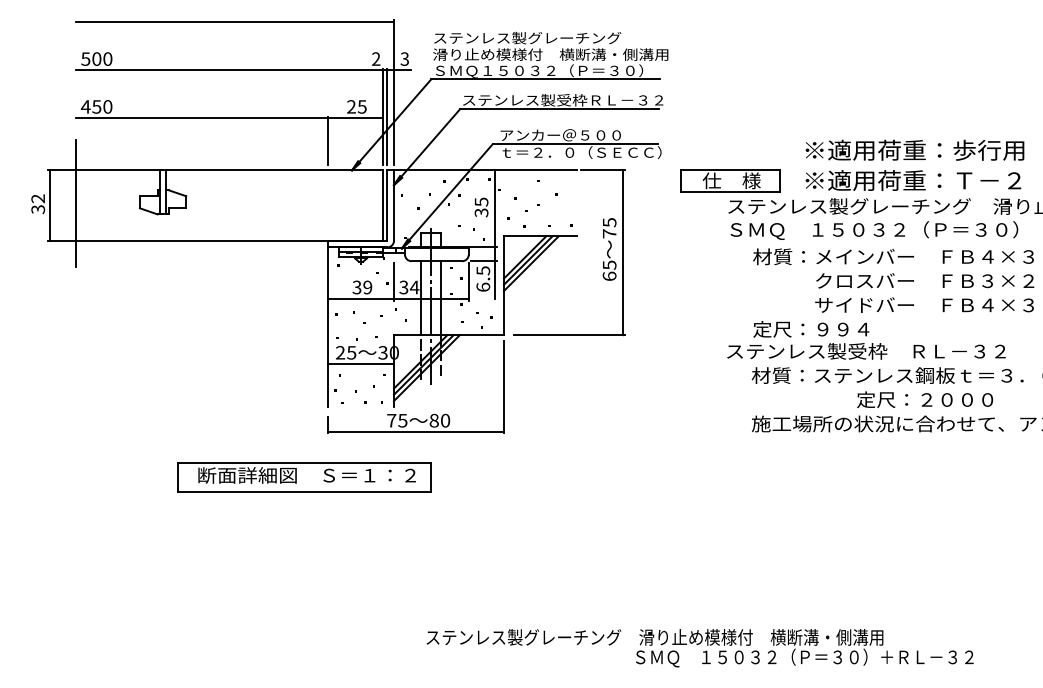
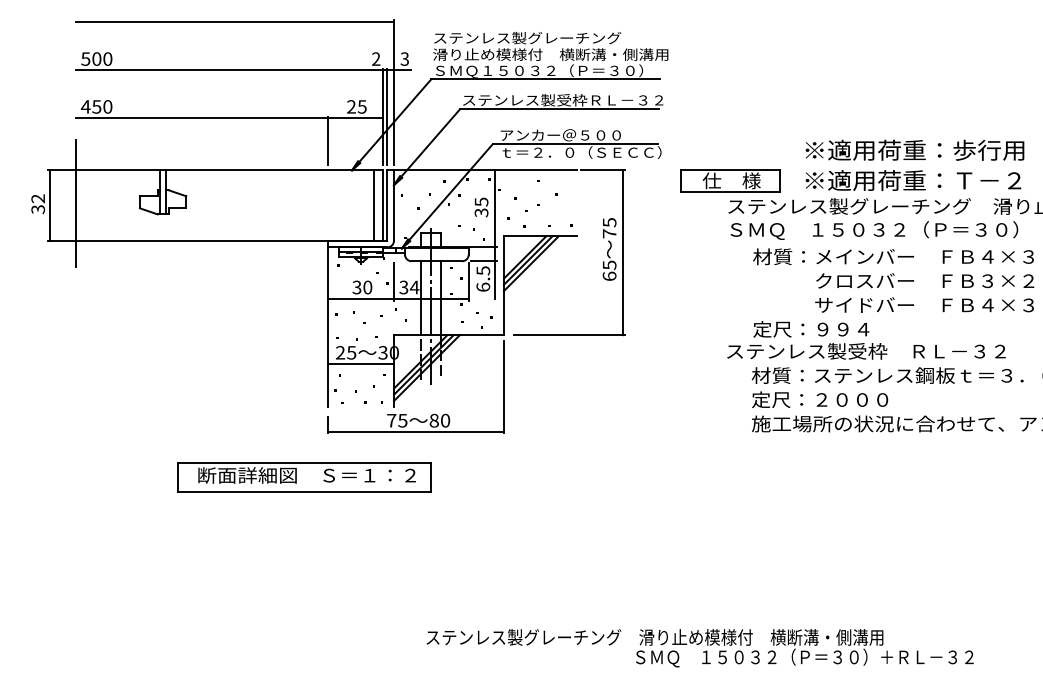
line at (374, 205): none -> present
text at (367, 287): 39 -> 30
text at (925, 399) position: (925, 399) -> (820, 399)
